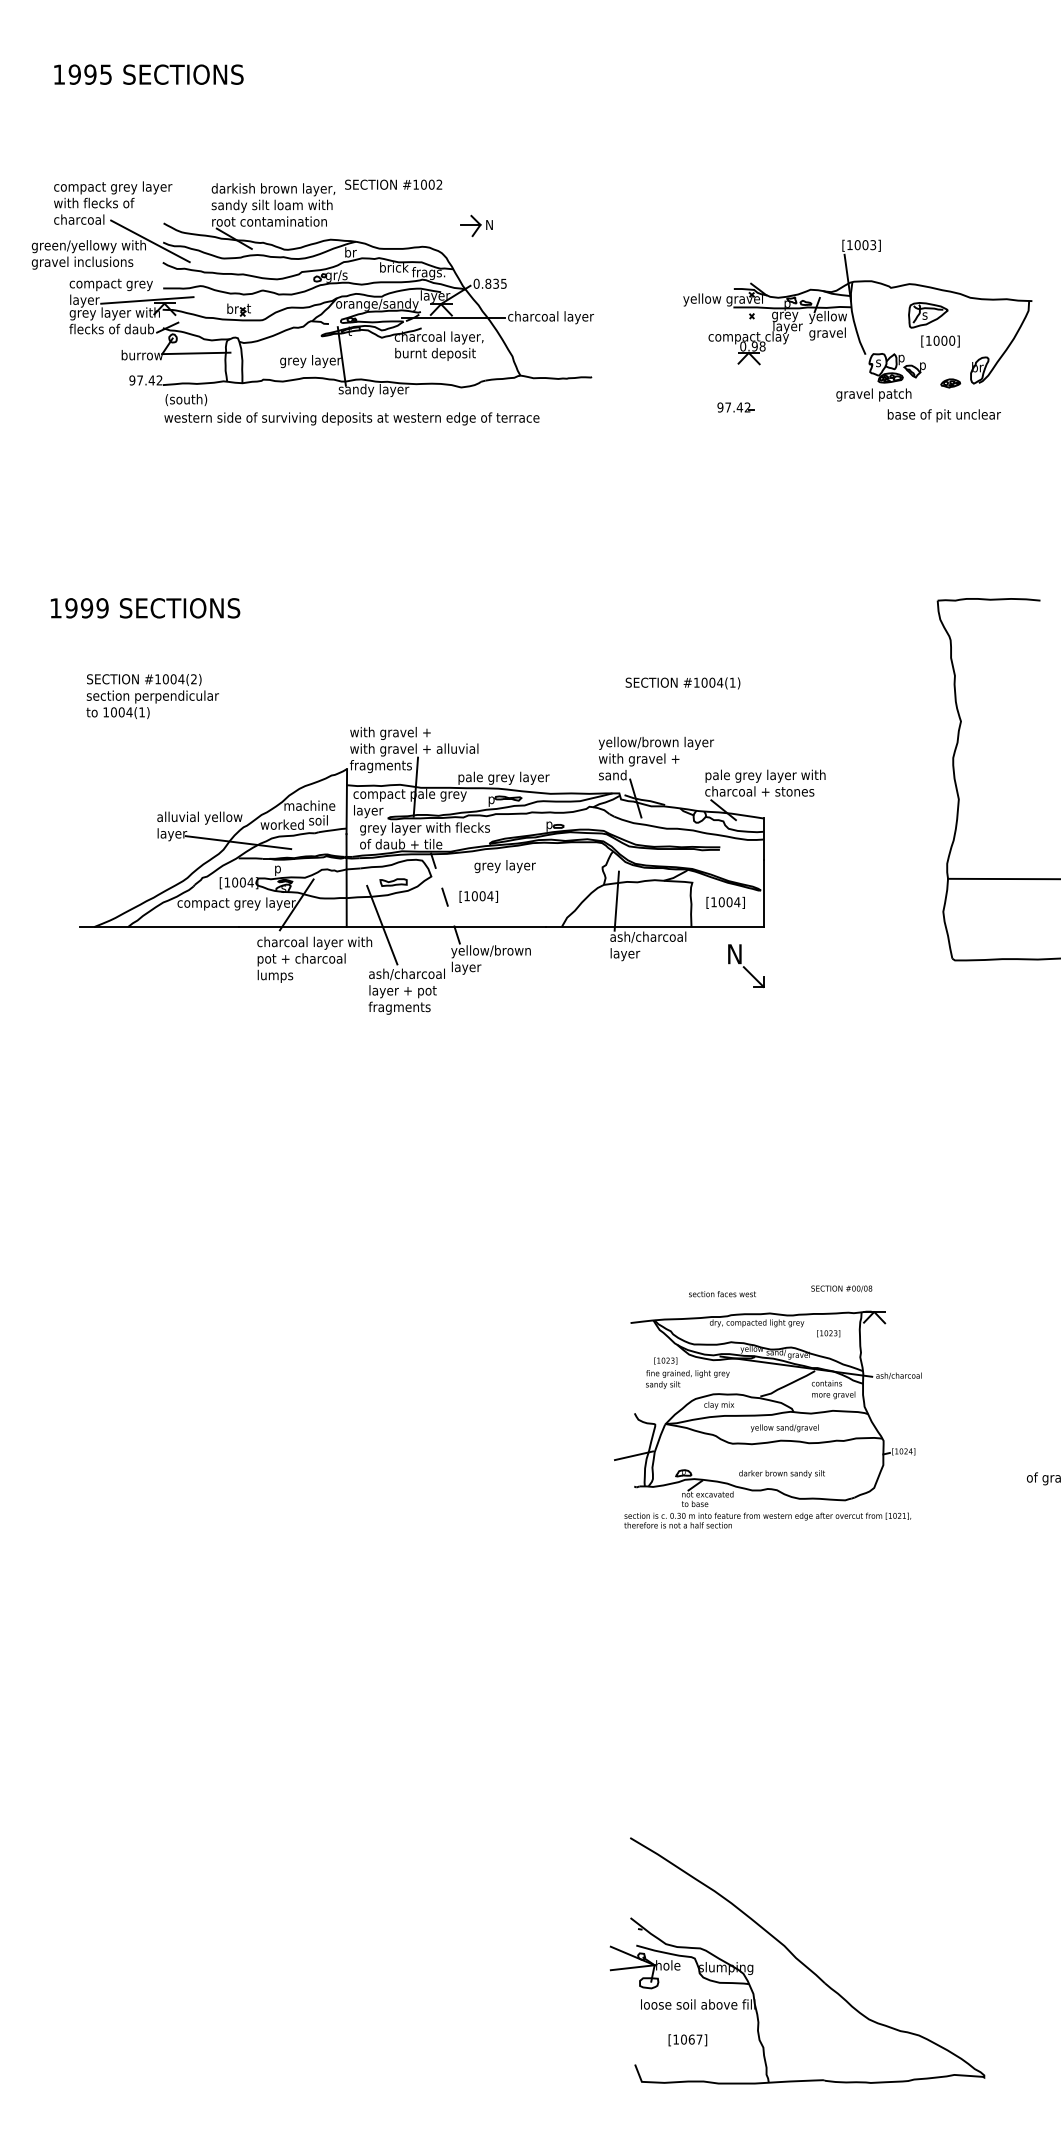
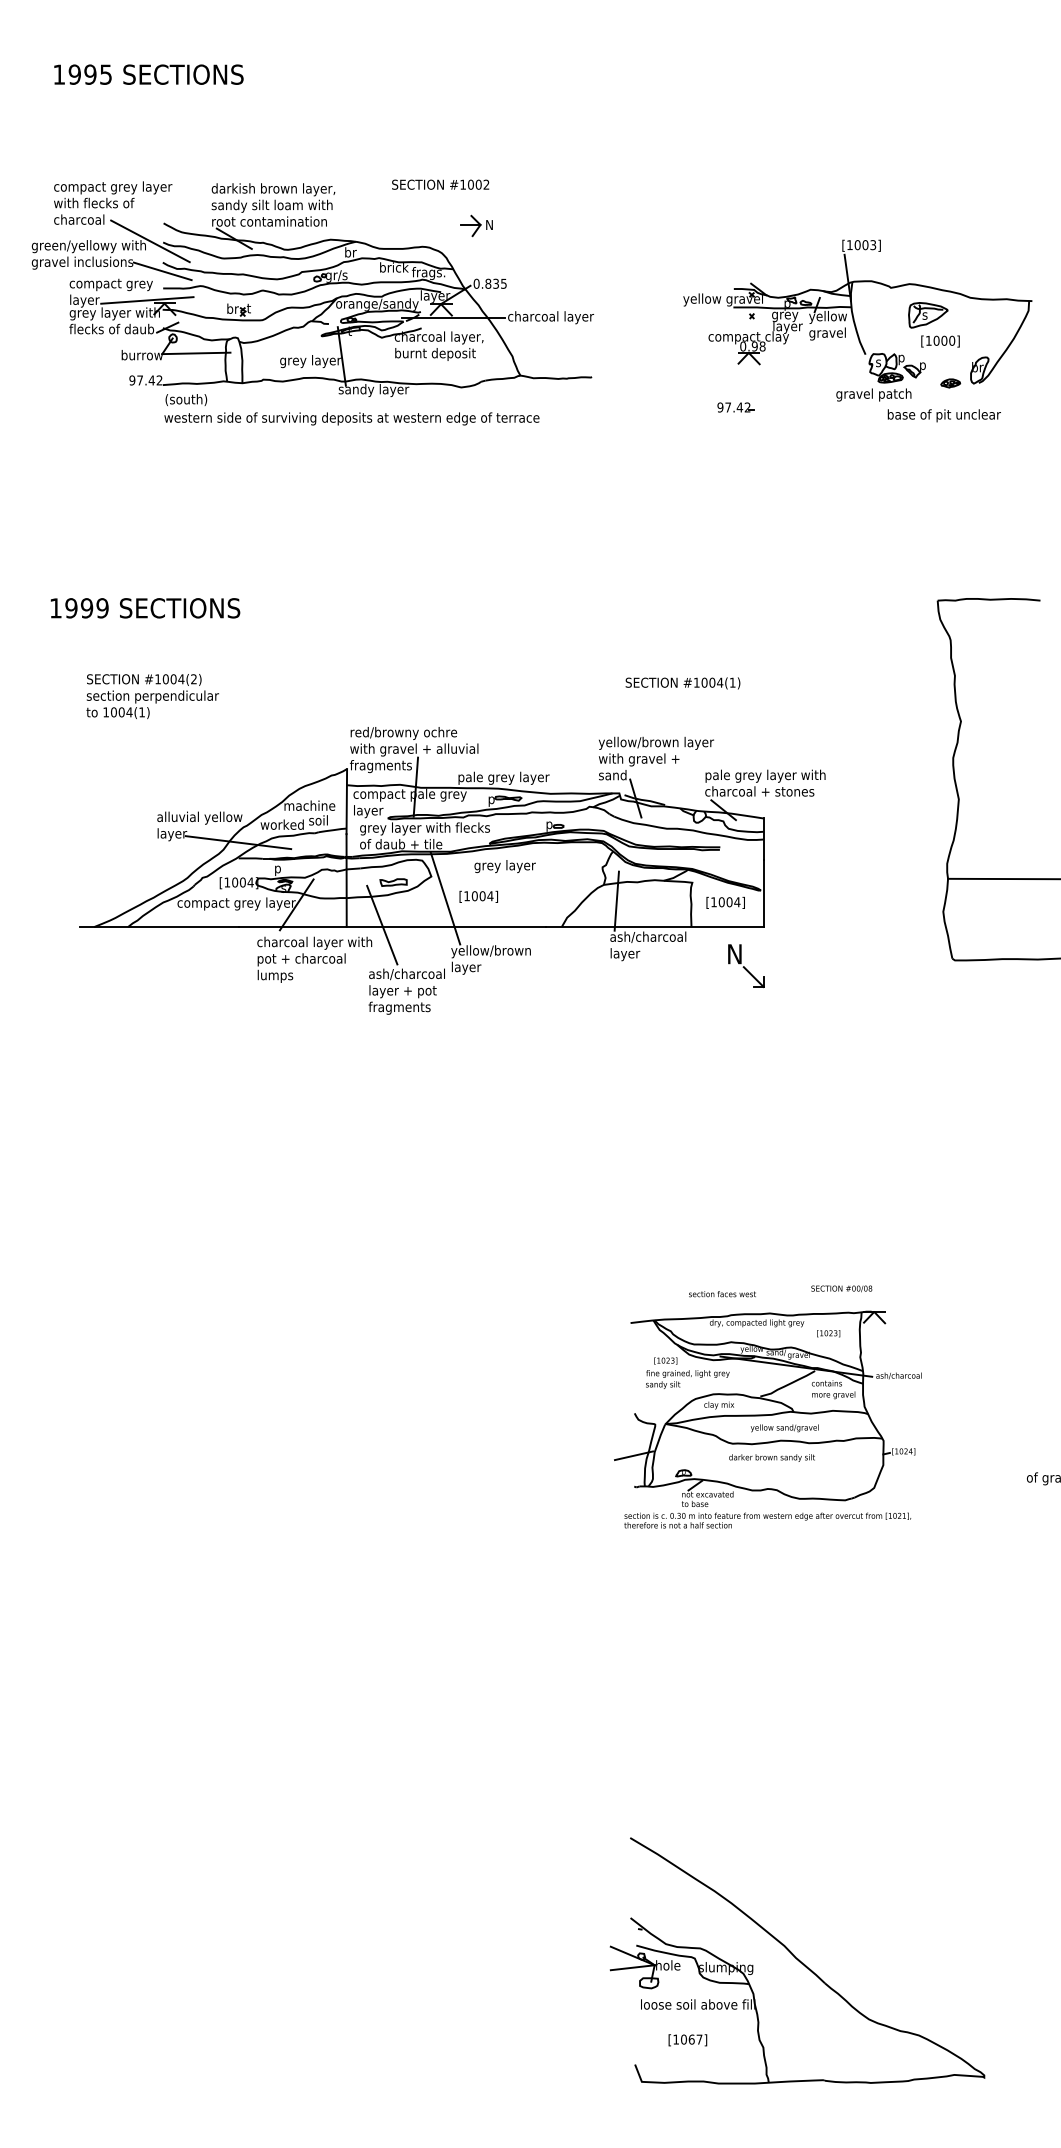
text at (393, 184) position: (393, 184) -> (440, 184)
line at (162, 271): none -> present
text at (403, 733): with gravel + -> red/browny ochre
line at (445, 898): dashed -> solid
text at (781, 1473) position: (781, 1473) -> (771, 1457)
